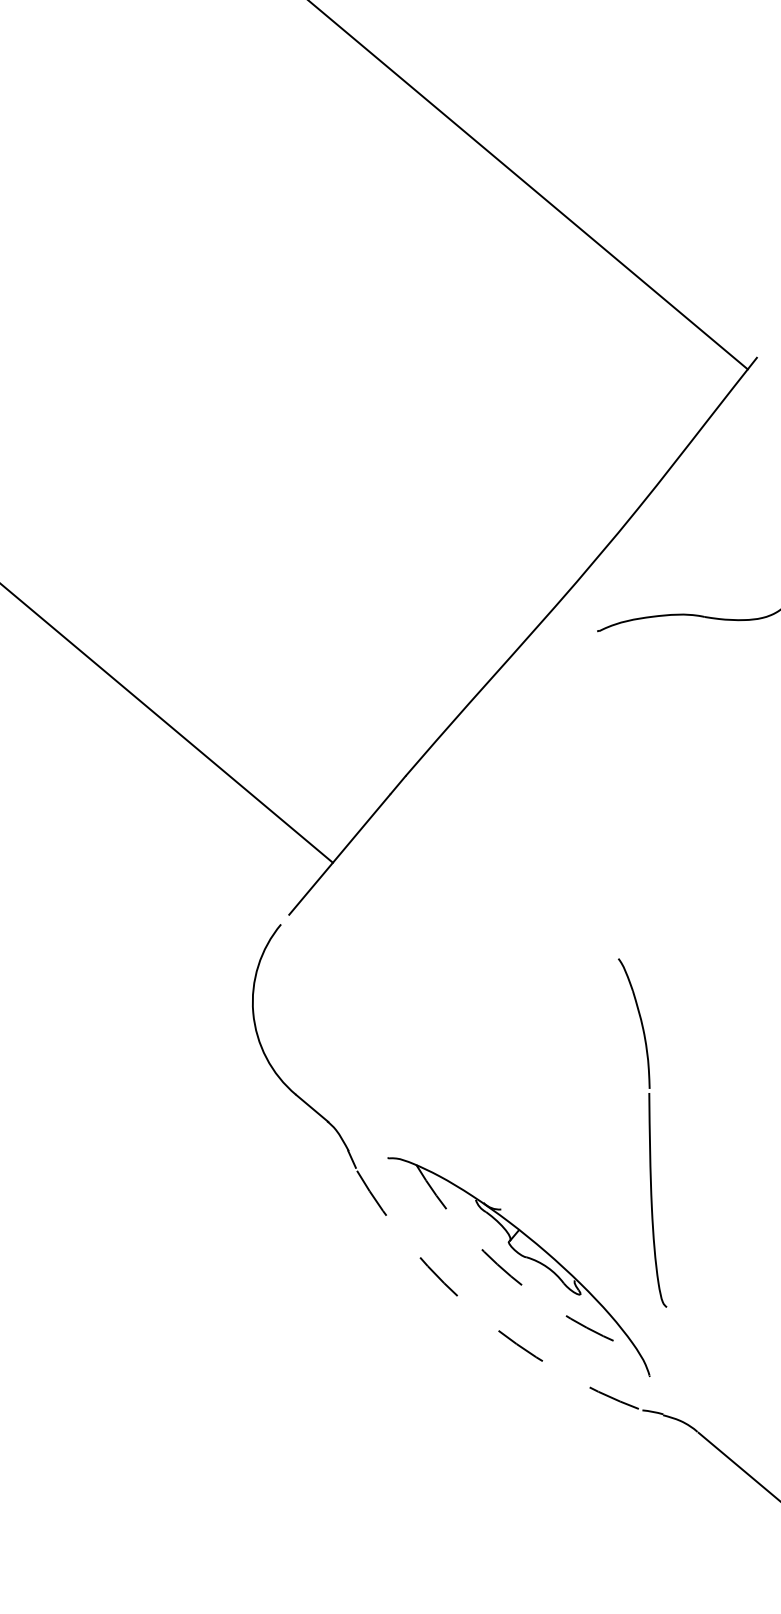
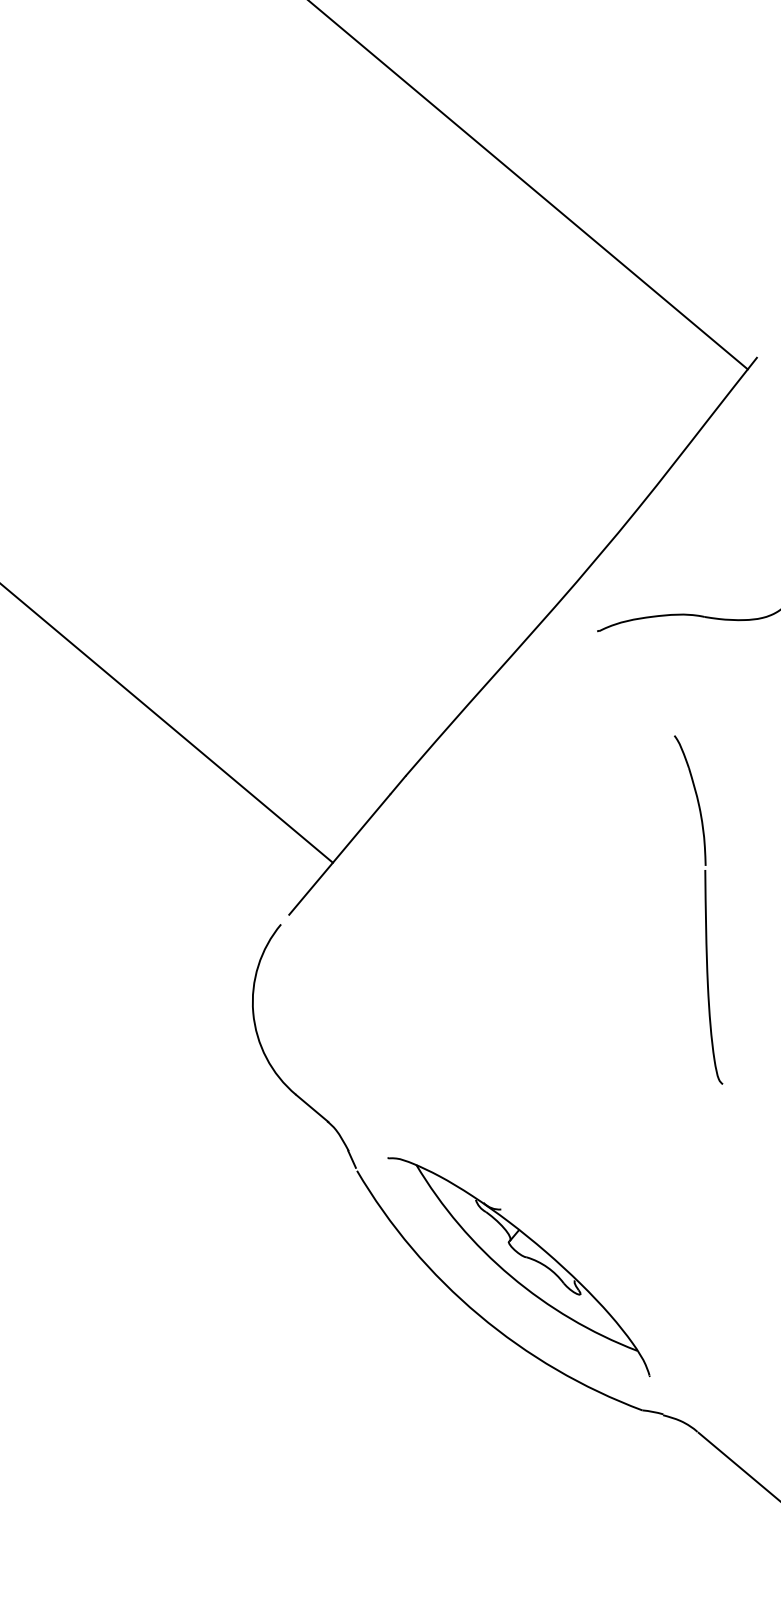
part at (642, 1132) position: (642, 1132) -> (698, 909)
arc at (511, 1276): dashed -> solid
arc at (479, 1315): dashed -> solid
